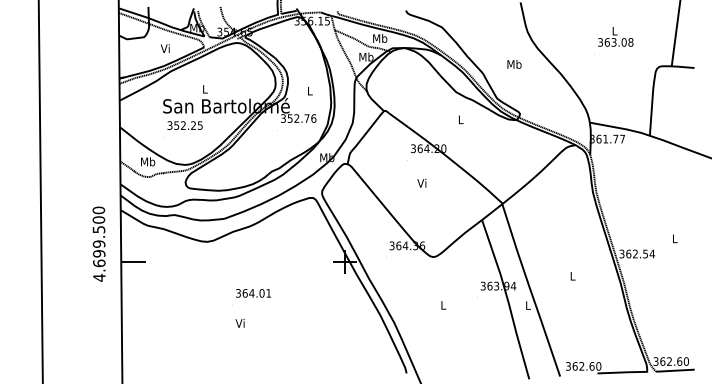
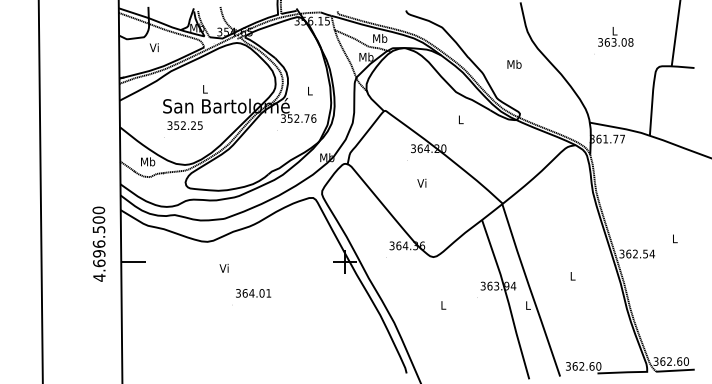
text at (164, 48) position: (164, 48) -> (153, 47)
text at (98, 243): 4.699.500 -> 4.696.500
text at (239, 323) position: (239, 323) -> (223, 268)
